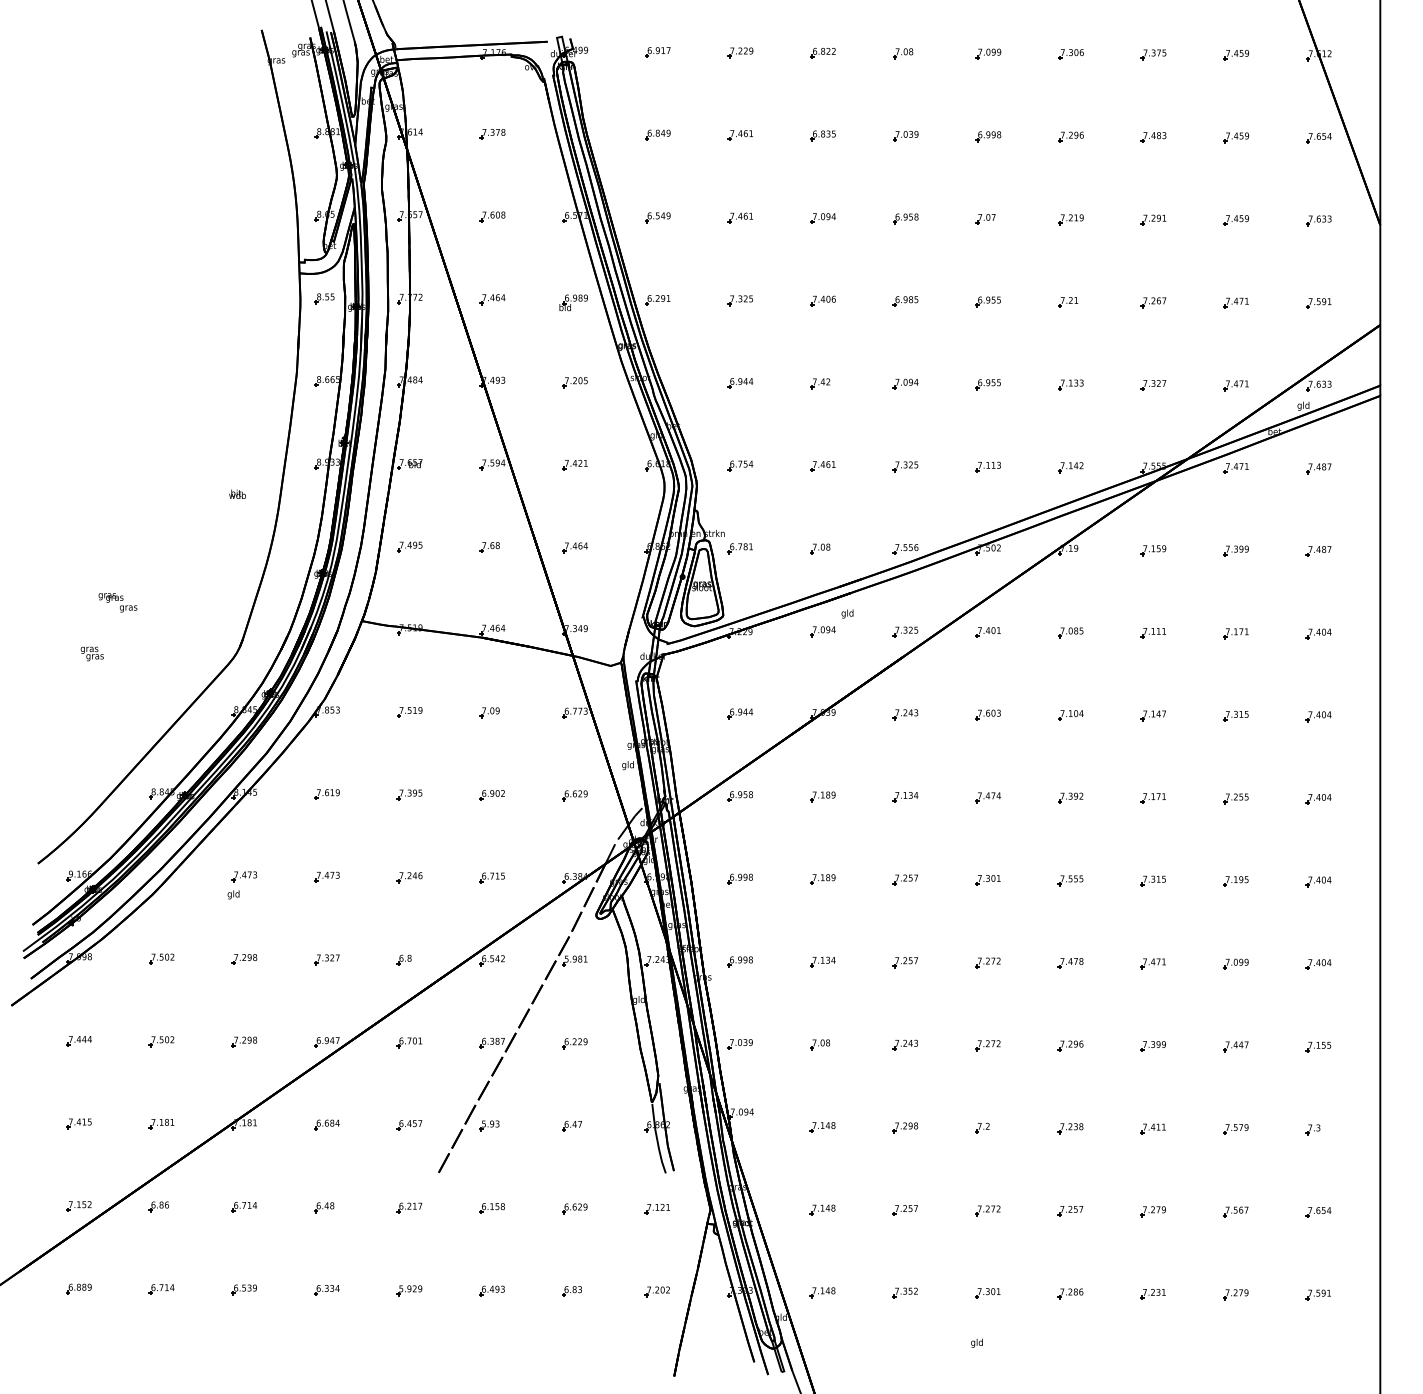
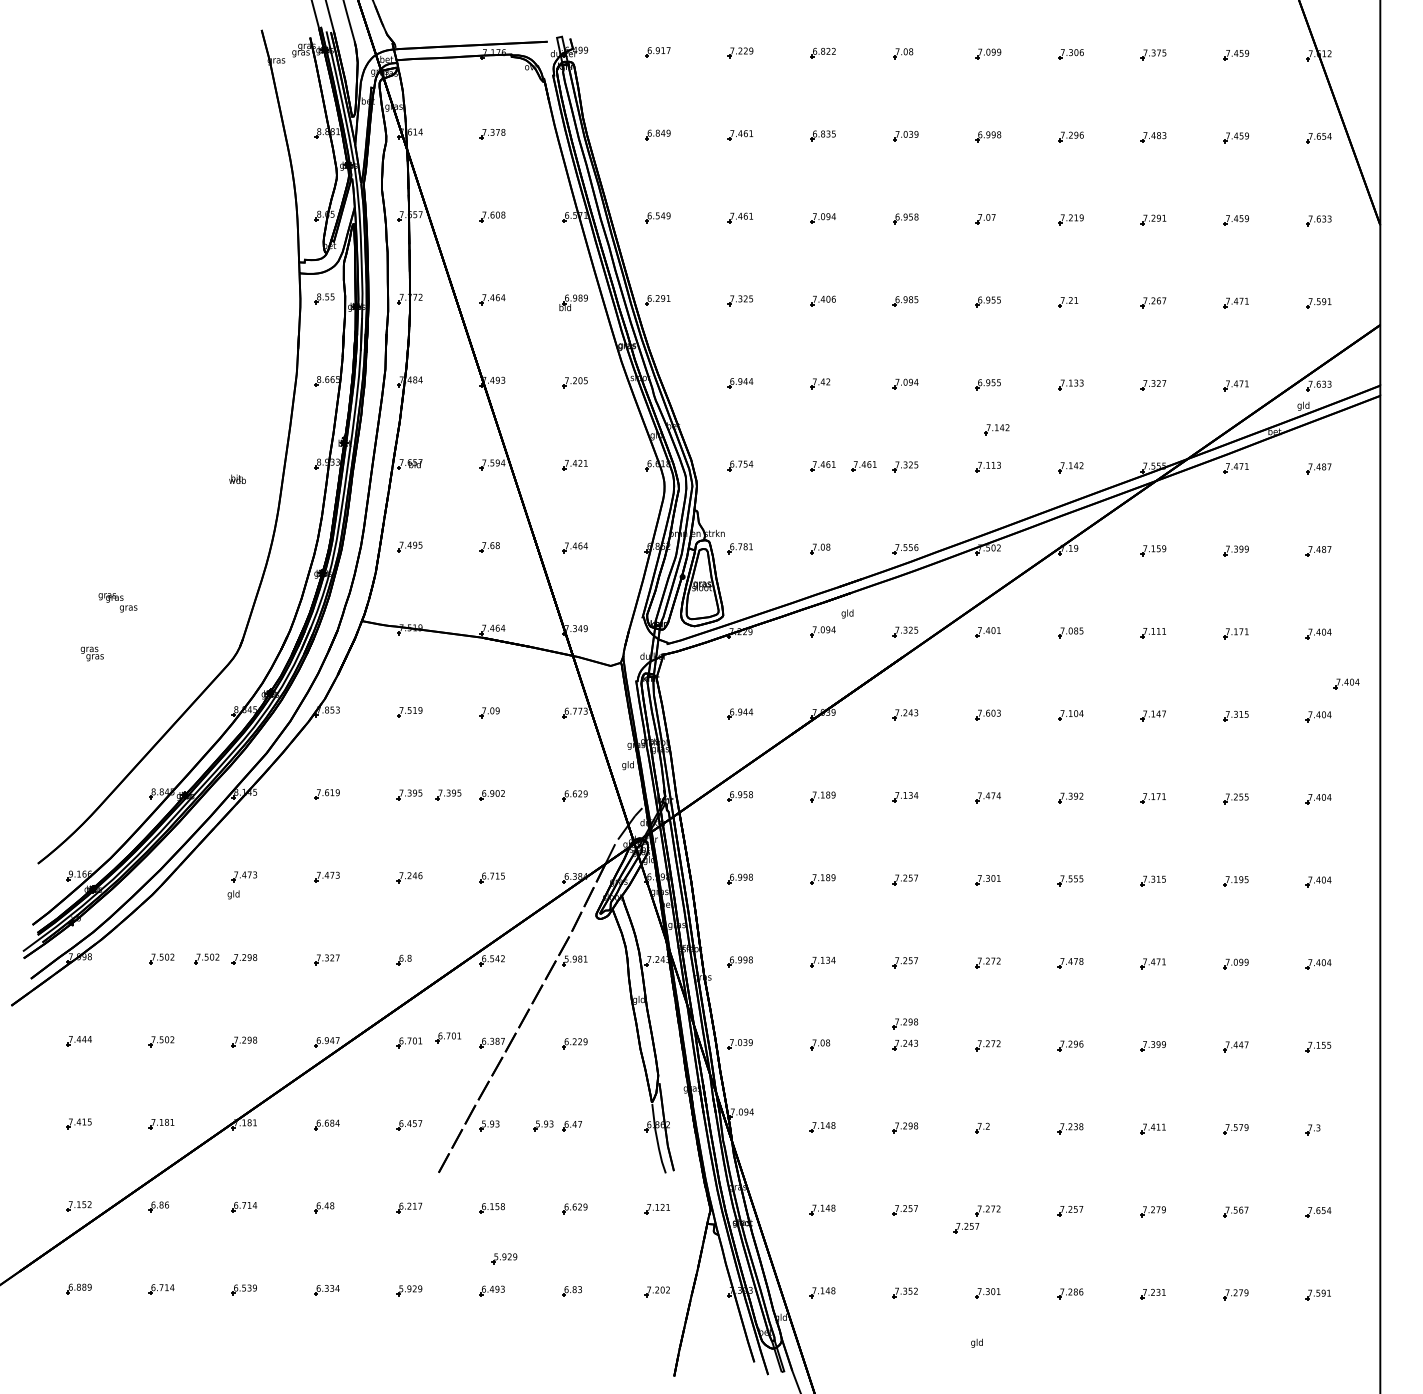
part at (996, 429): none -> present
part at (863, 466): none -> present
text at (237, 493) position: (237, 493) -> (237, 478)
part at (1346, 683): none -> present
part at (448, 794): none -> present
part at (206, 958): none -> present
part at (905, 1023): none -> present
part at (448, 1037): none -> present
part at (543, 1125): none -> present
part at (966, 1228): none -> present
part at (504, 1258): none -> present
